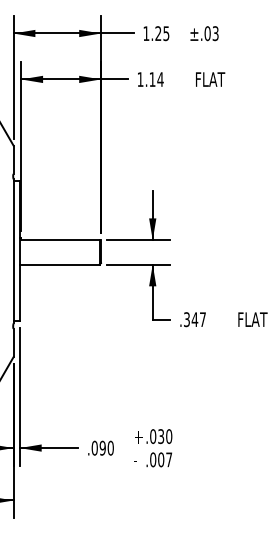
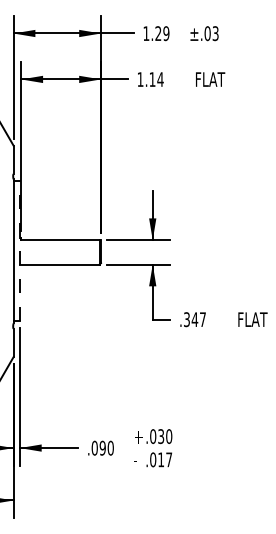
text at (166, 33): 1.25 -> 1.29
line at (19, 251): solid -> dashed
text at (161, 459): .007 -> .017
